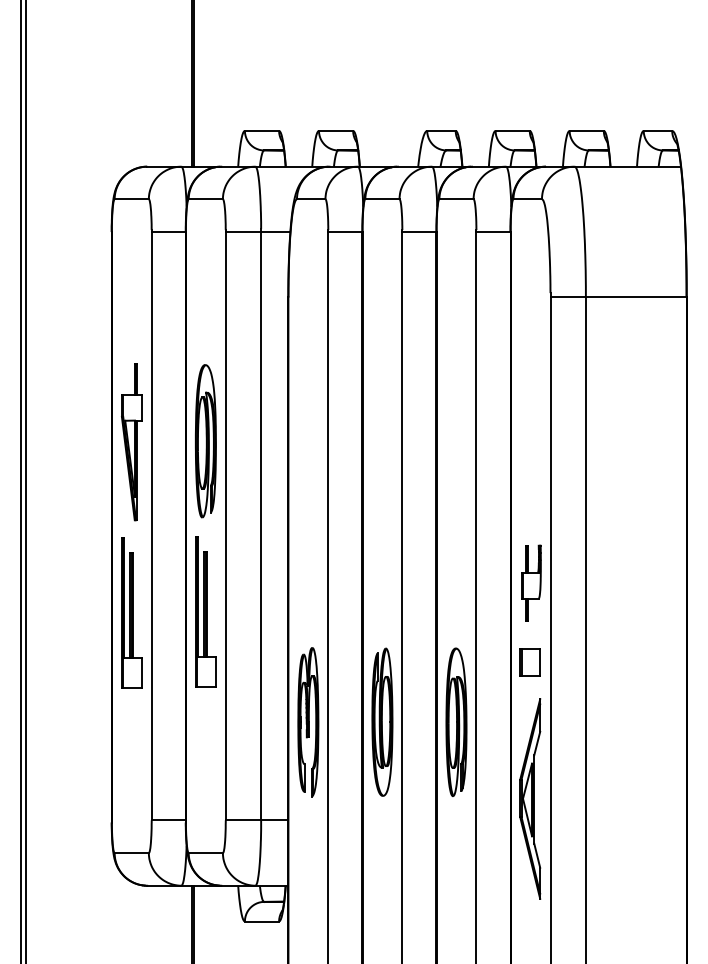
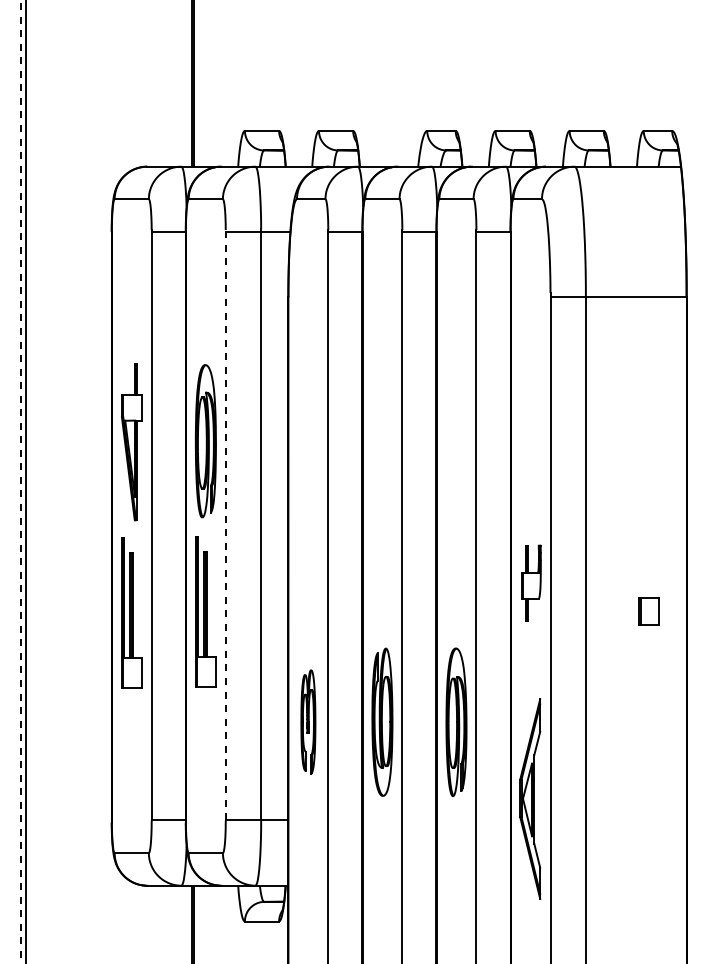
line at (21, 482): solid -> dashed
line at (225, 524): solid -> dashed
part at (529, 662) position: (529, 662) -> (648, 611)
part at (308, 722) size: 23x151 px -> 17x106 px
